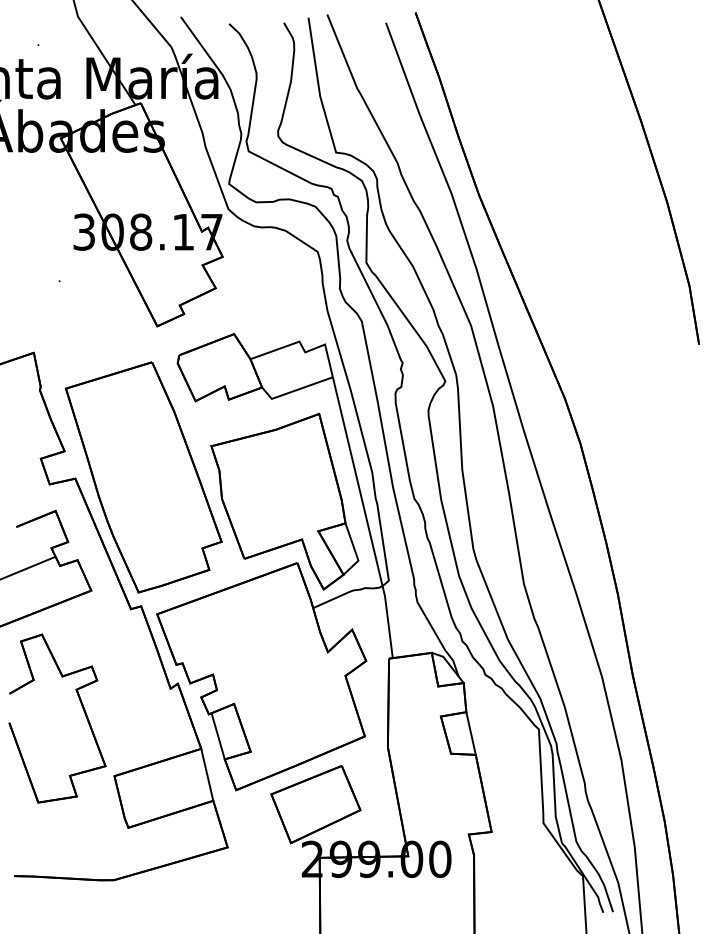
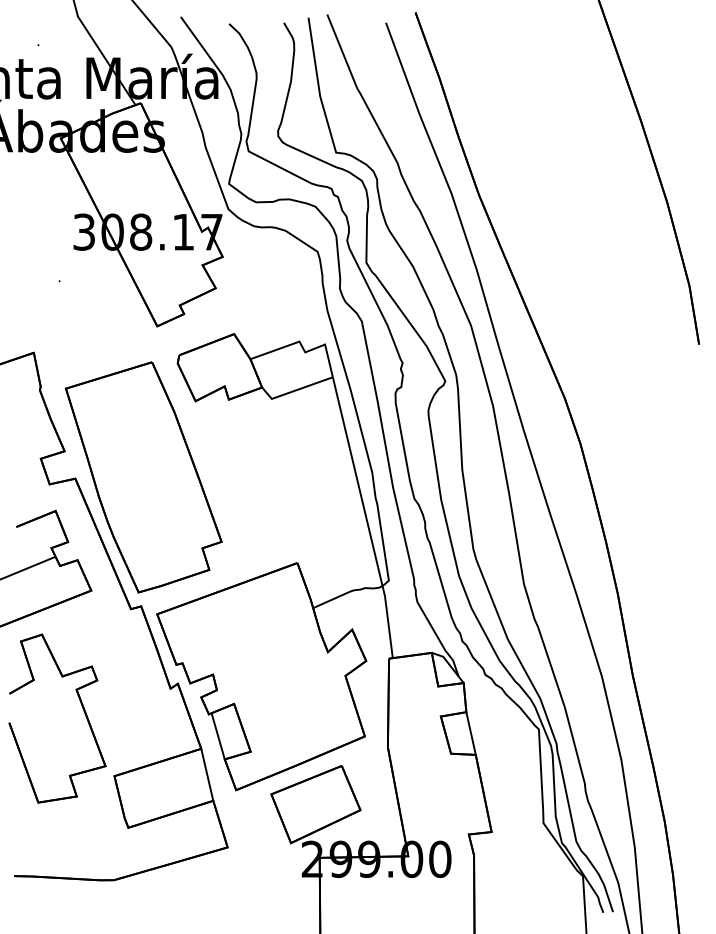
part at (284, 501): present -> none
